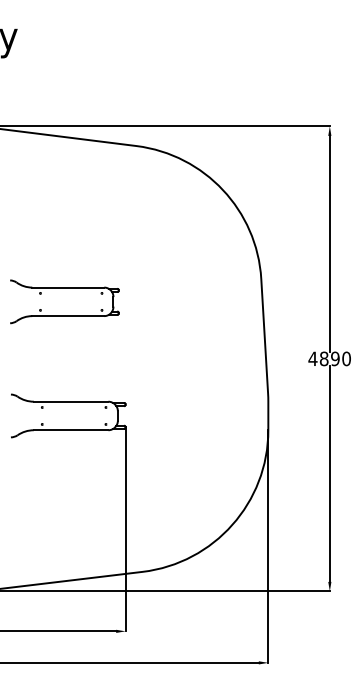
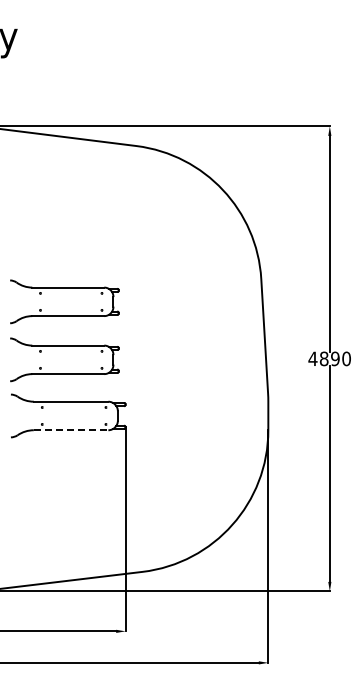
part at (64, 346): none -> present
line at (71, 430): solid -> dashed
